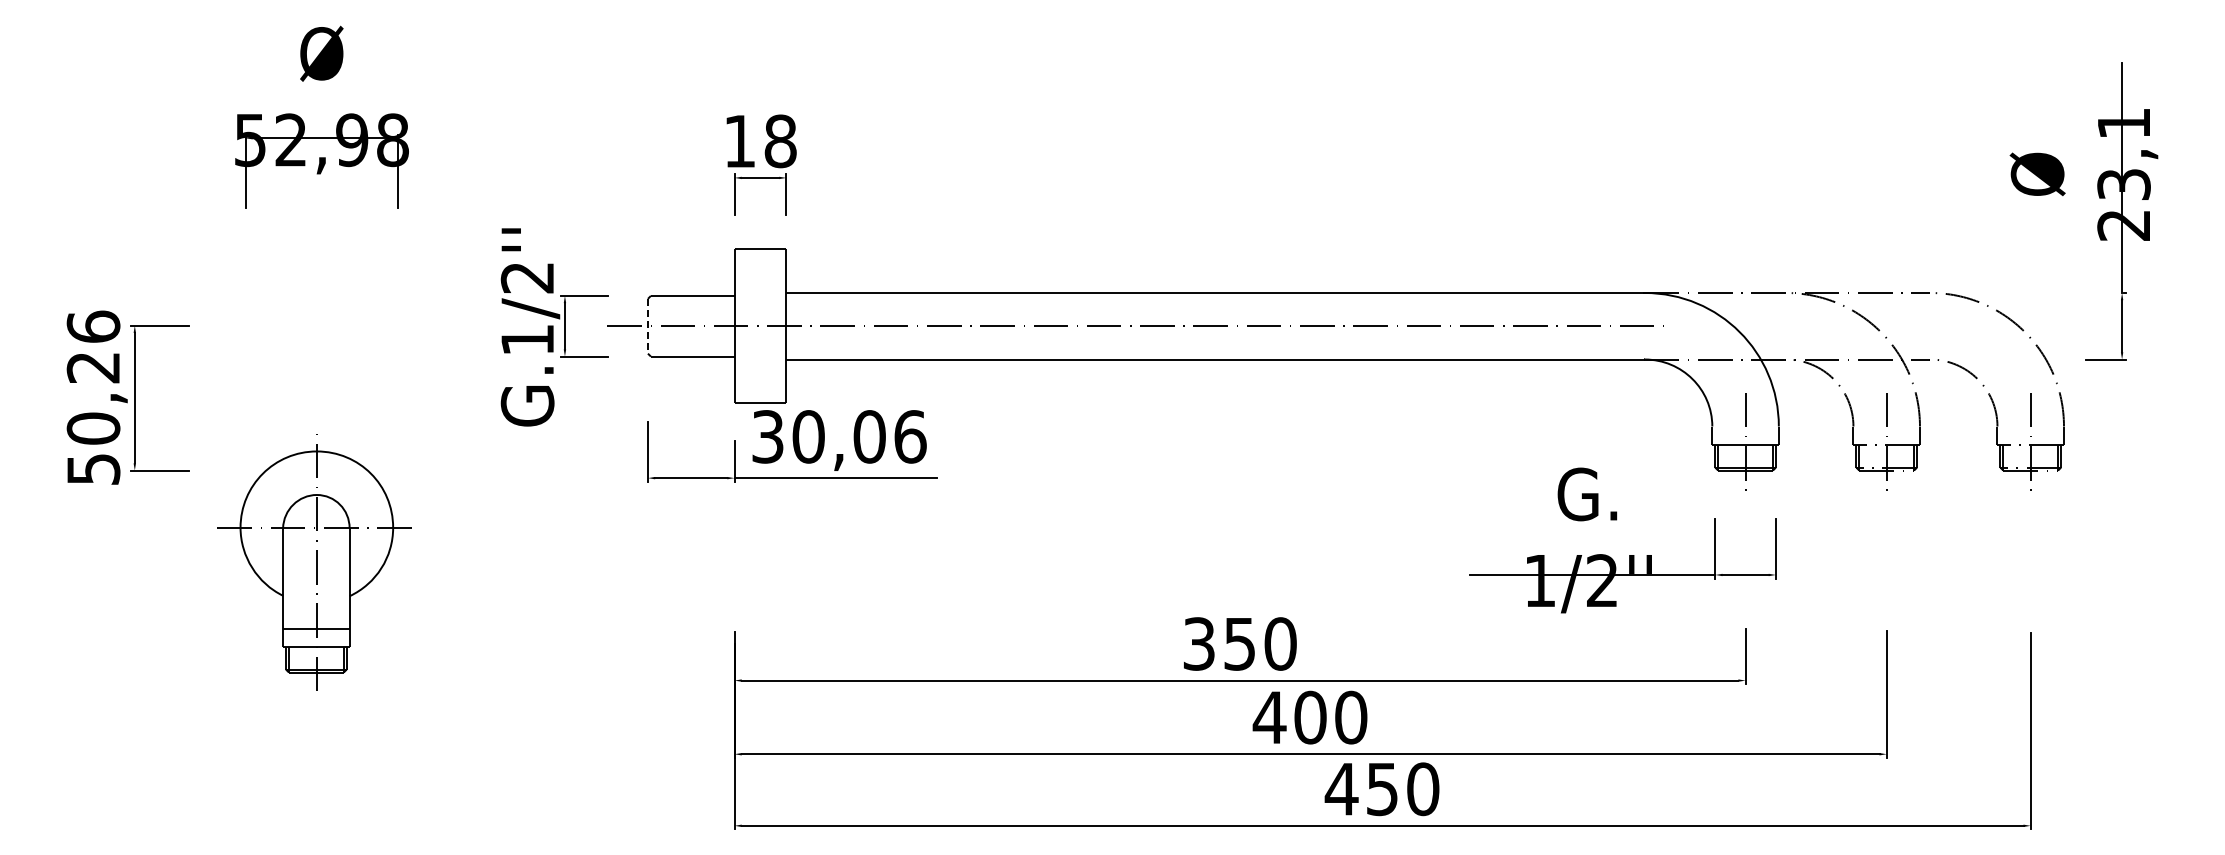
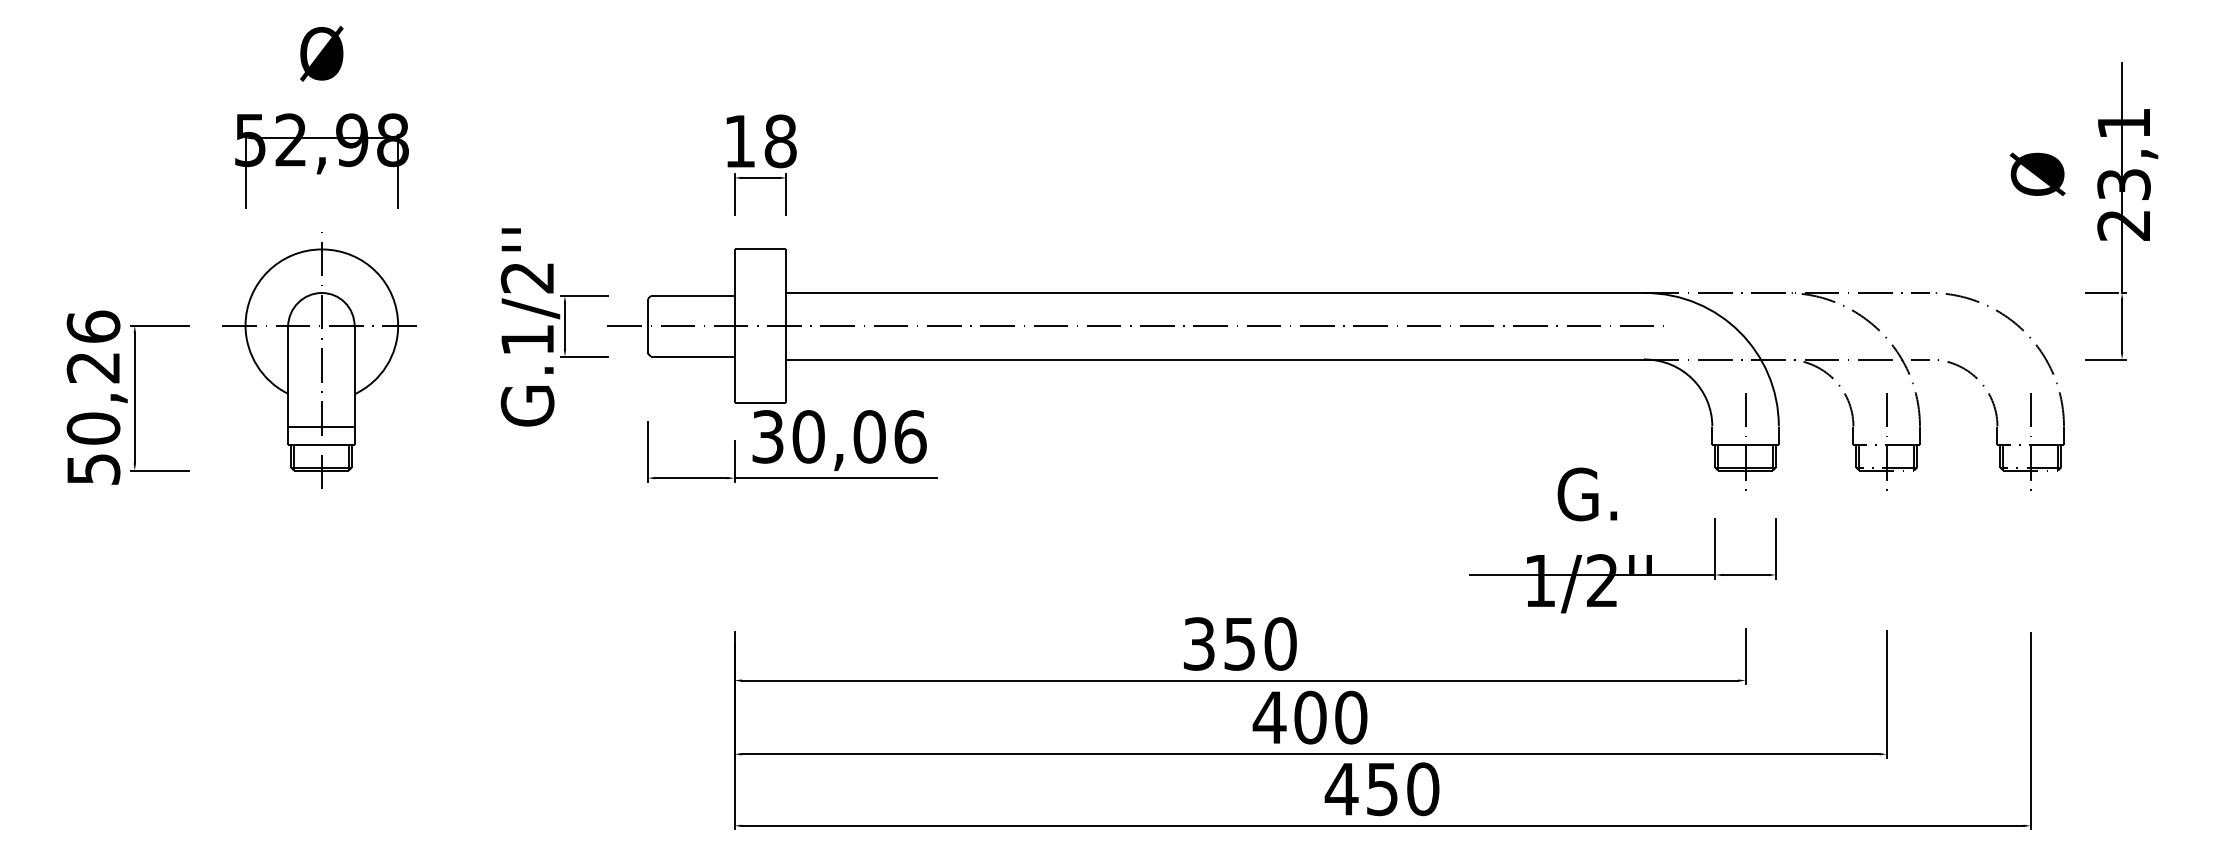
line at (2102, 292): none -> present
line at (647, 326): dashed -> solid
part at (314, 562) position: (314, 562) -> (319, 360)
